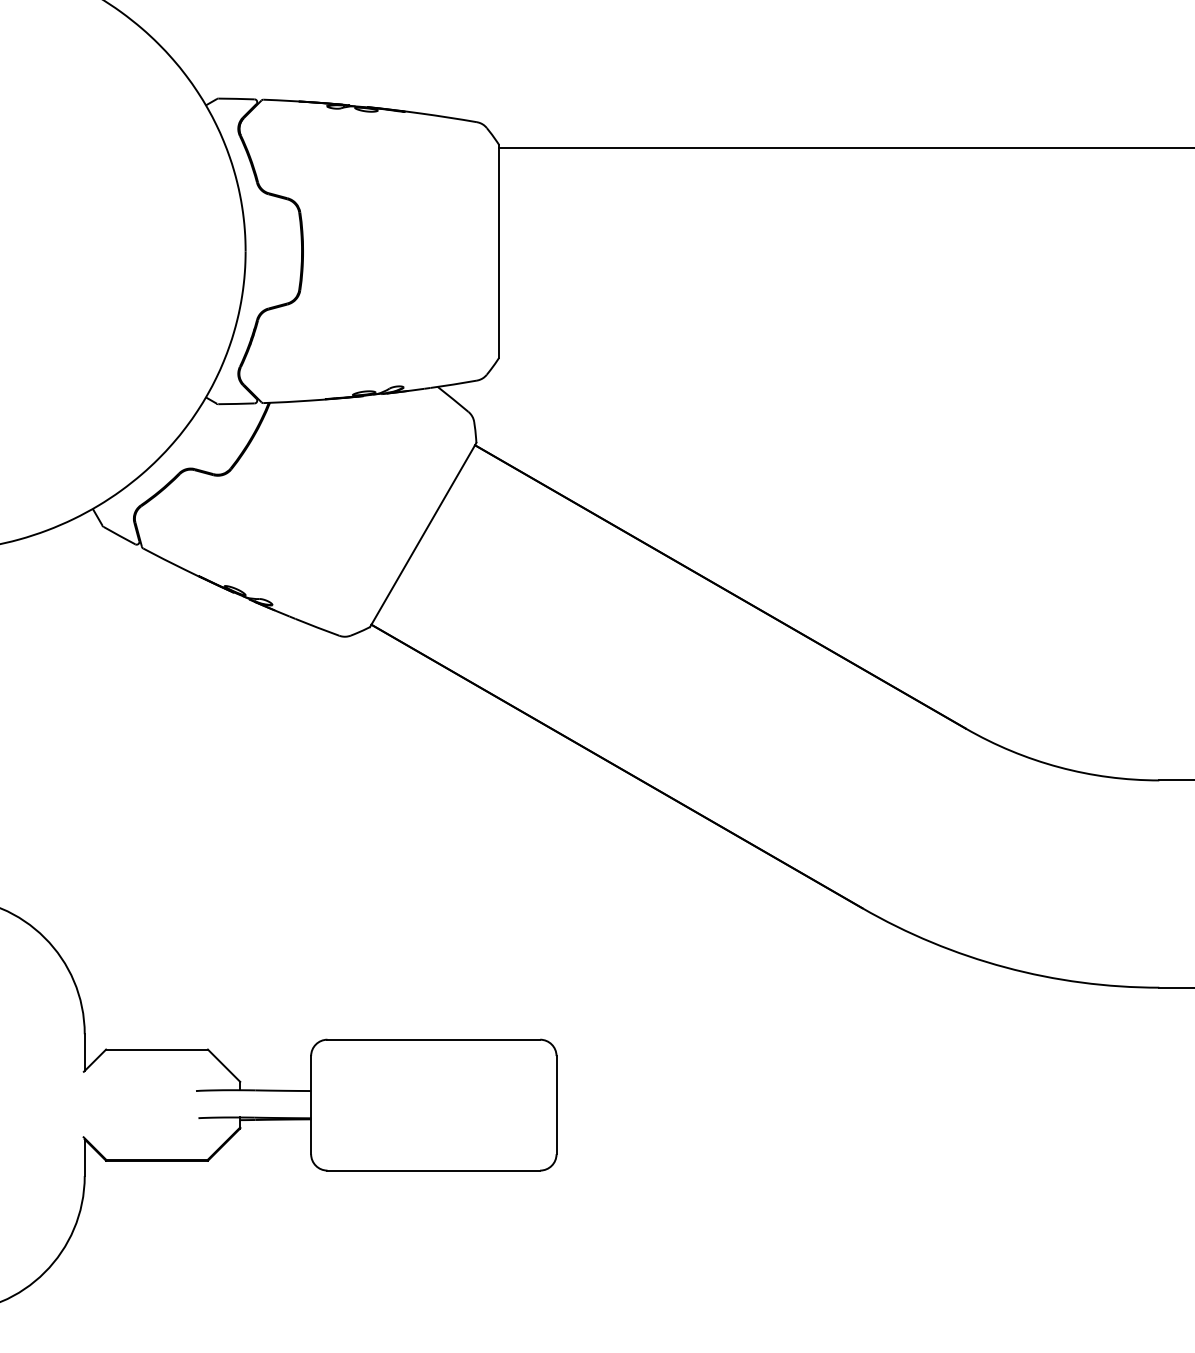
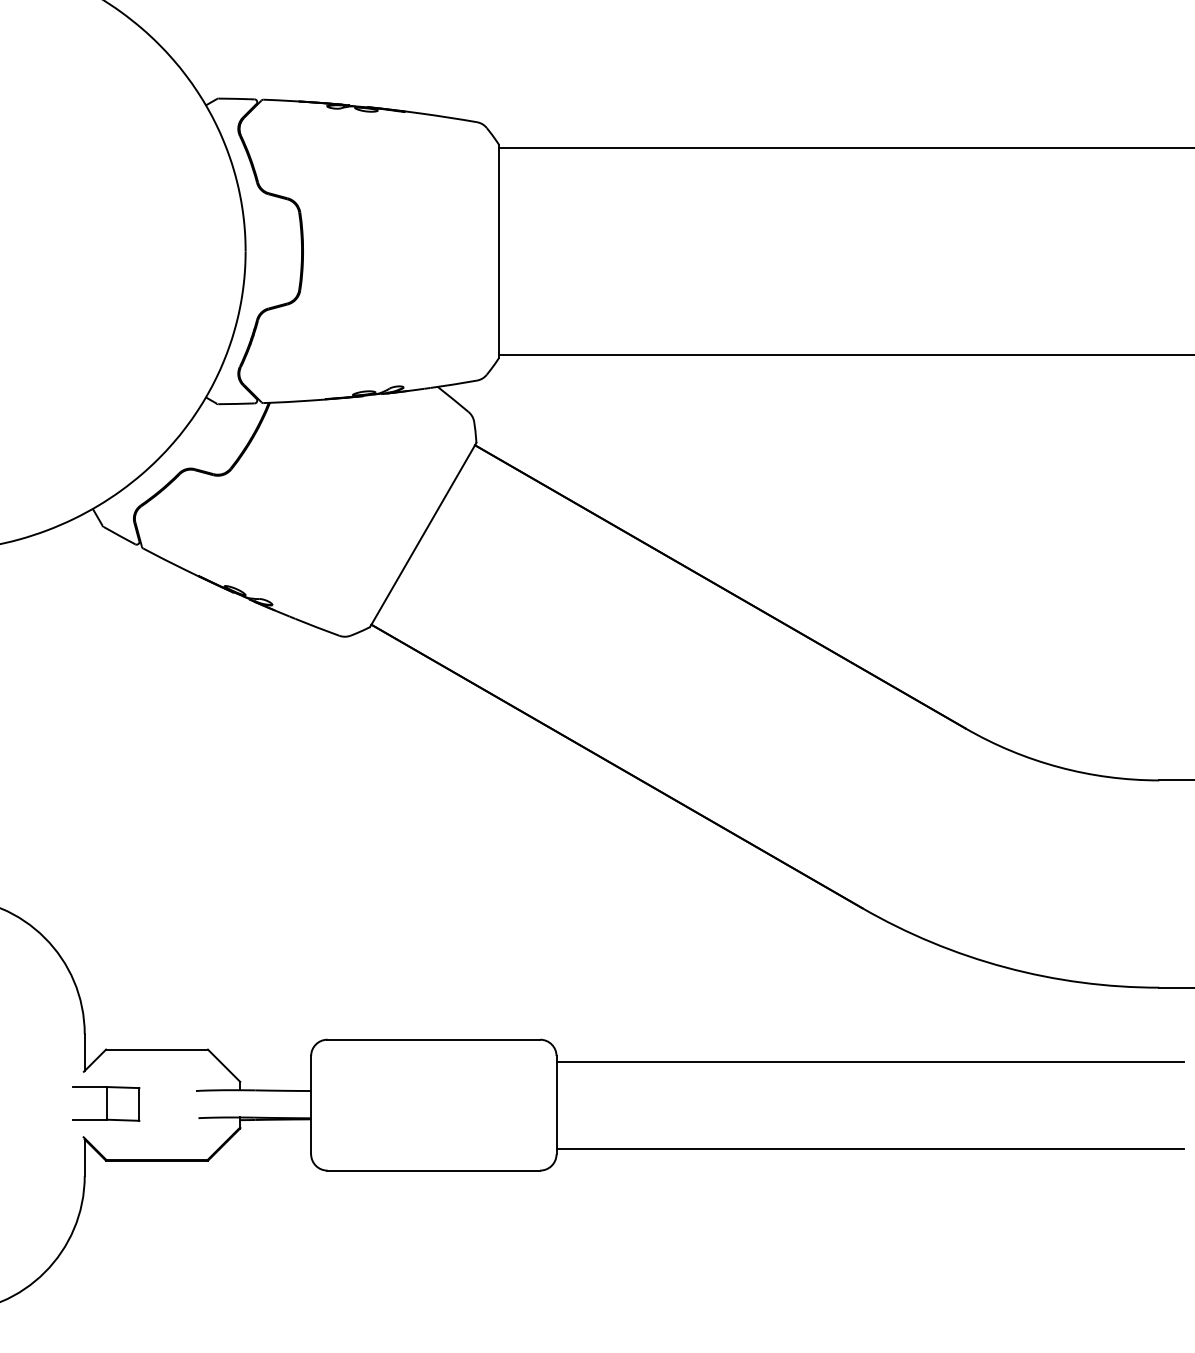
line at (845, 355): none -> present
line at (869, 1061): none -> present
part at (106, 1103): none -> present
line at (869, 1148): none -> present
